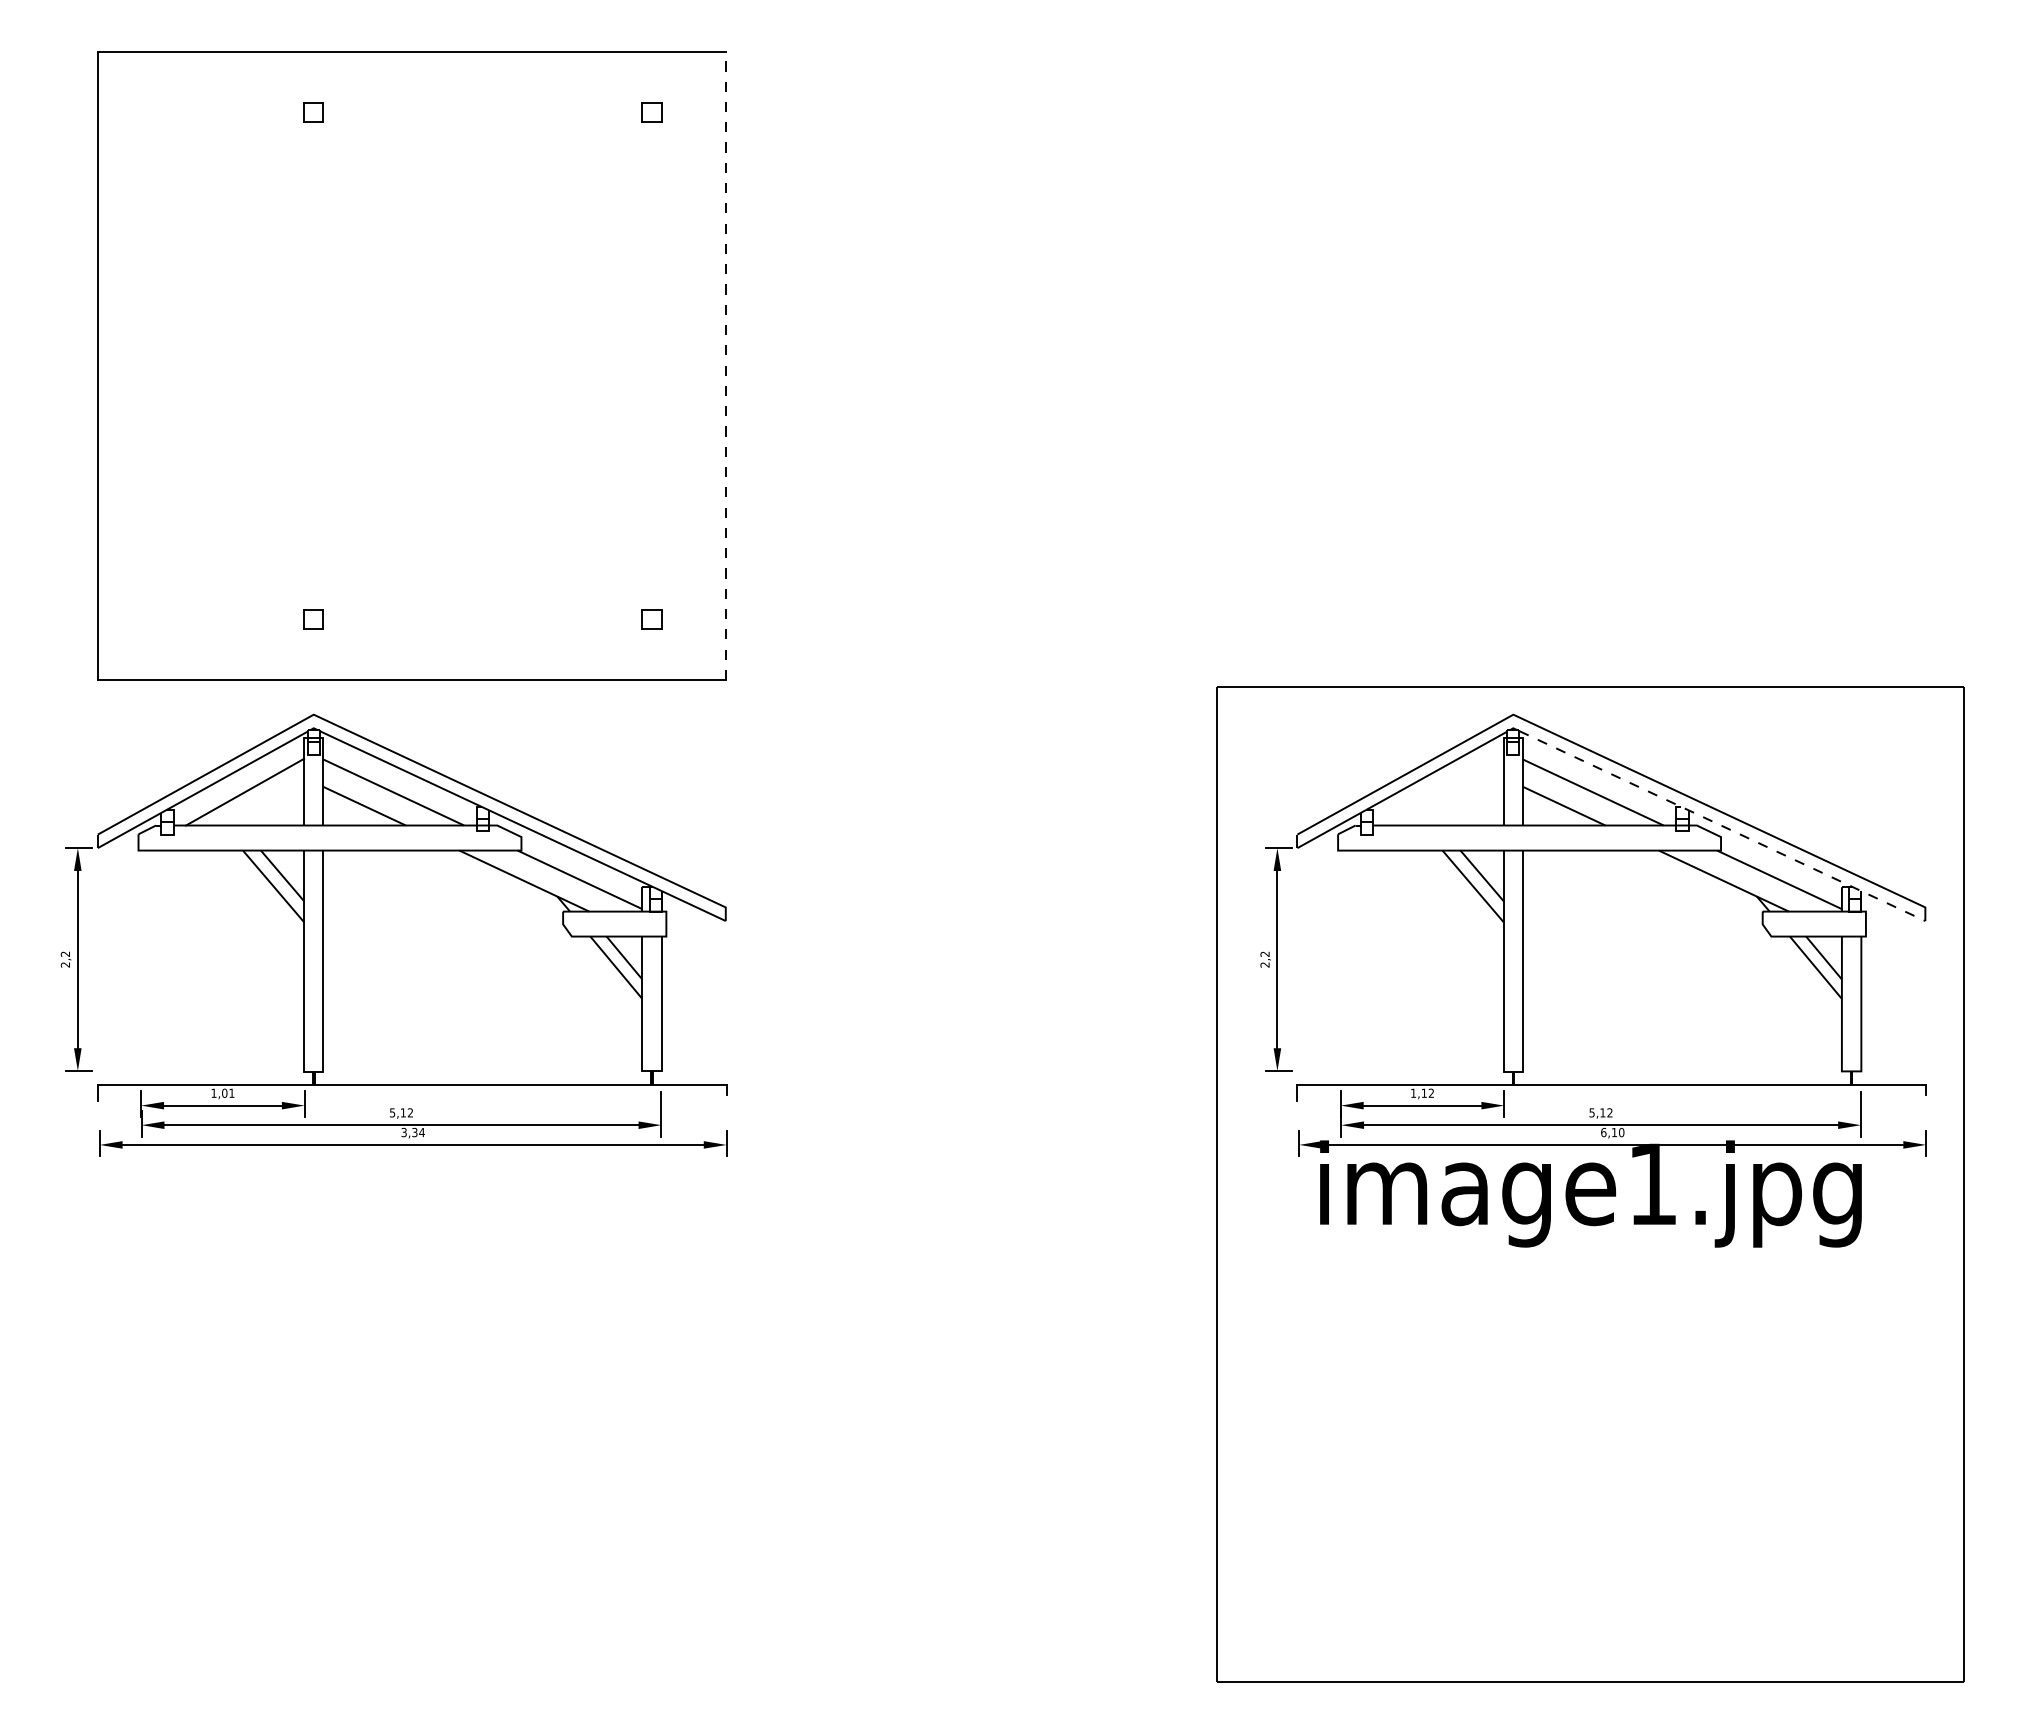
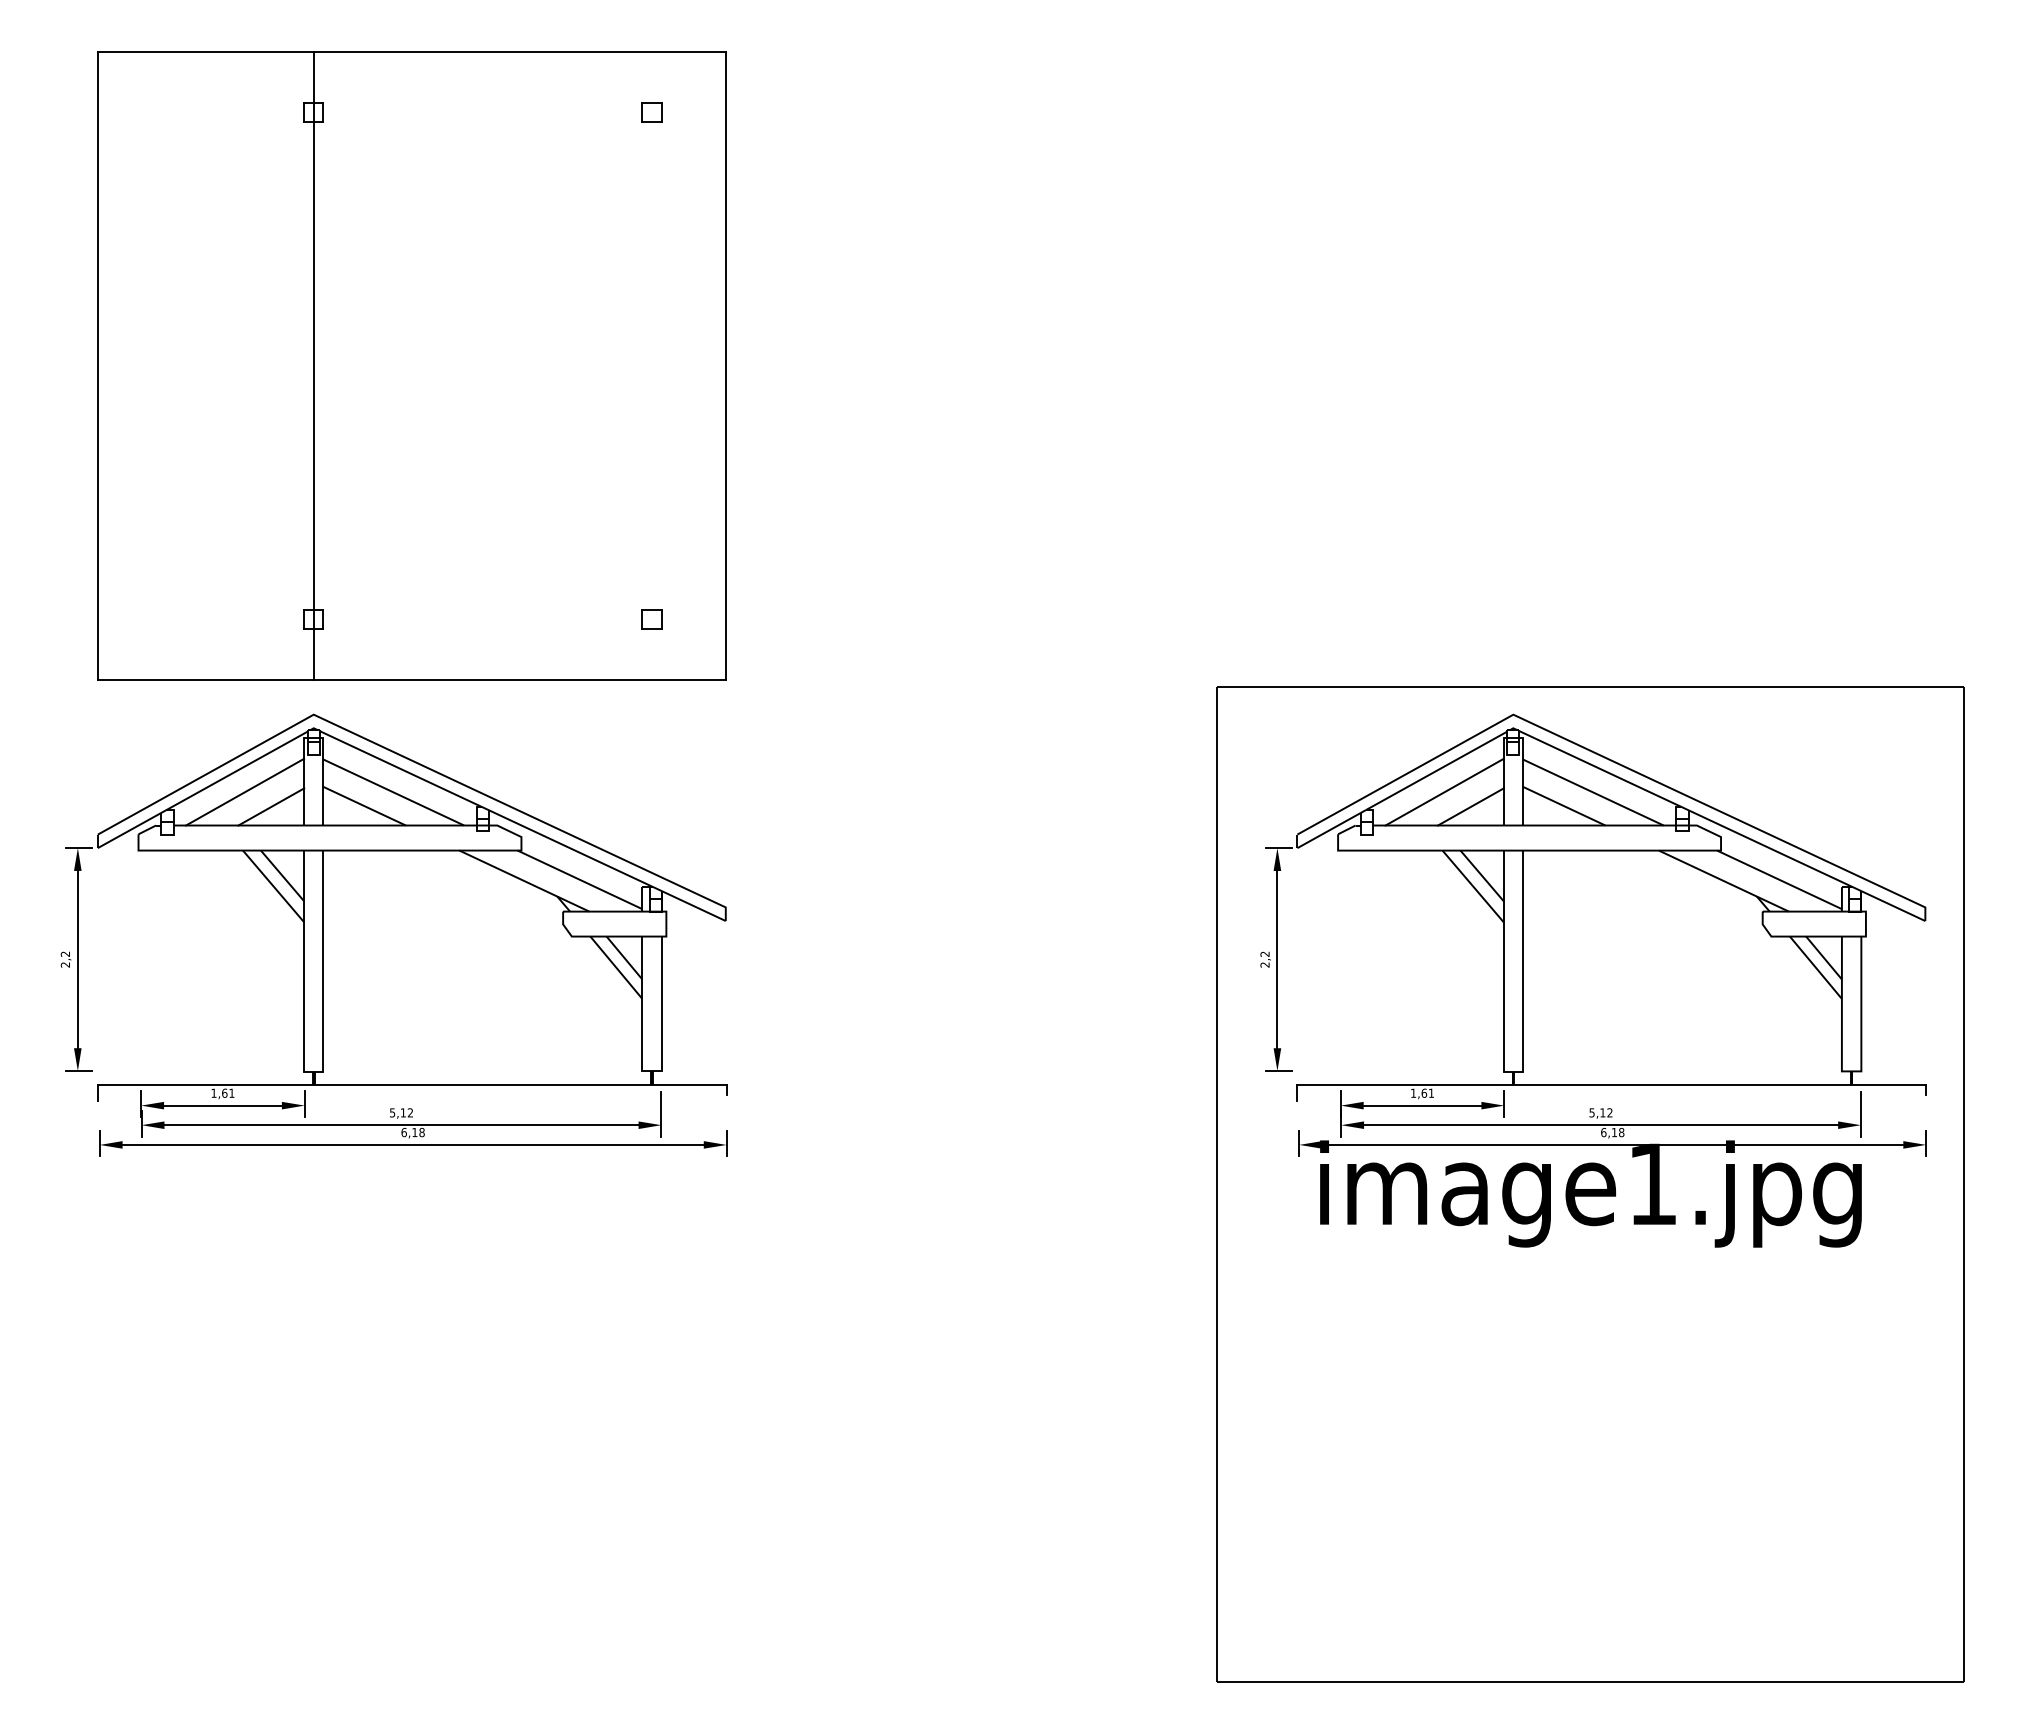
line at (313, 365): none -> present
line at (725, 366): dashed -> solid
line at (1444, 791): none -> present
line at (271, 806): none -> present
line at (1470, 806): none -> present
line at (1722, 826): dashed -> solid
text at (224, 1092): 1,01 -> 1,61
text at (1427, 1092): 1,12 -> 1,61
text at (412, 1132): 3,34 -> 6,18
text at (1621, 1132): 6,10 -> 6,18
